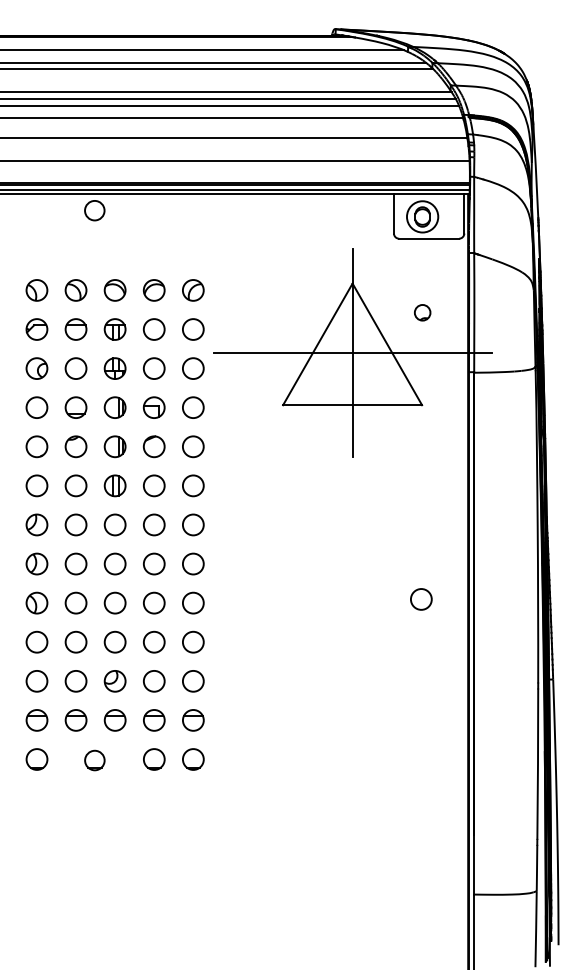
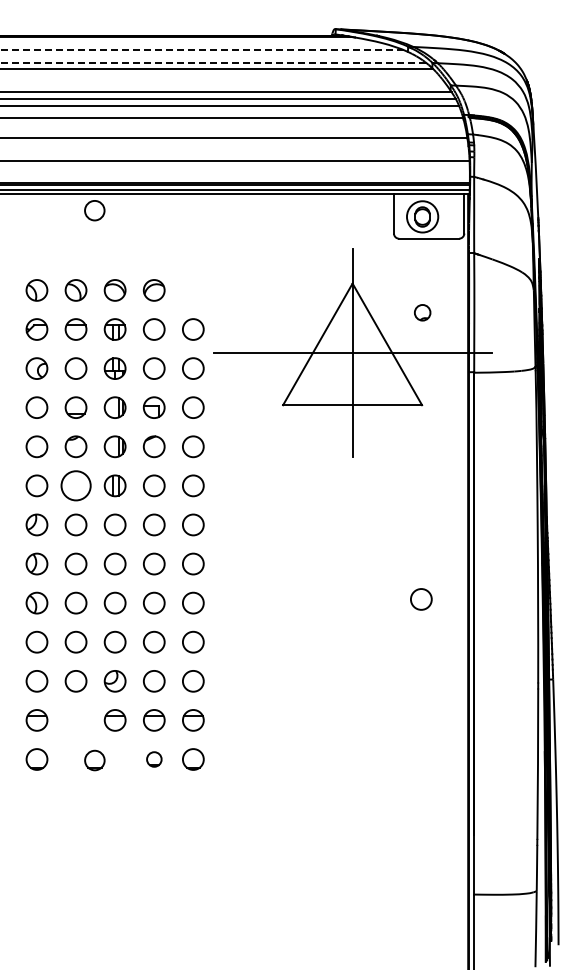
line at (202, 50): solid -> dashed
line at (213, 62): solid -> dashed
part at (193, 290): present -> none
circle at (75, 485) size: 24x24 px -> 32x32 px
part at (75, 720): present -> none
circle at (154, 759) size: 23x23 px -> 17x17 px
